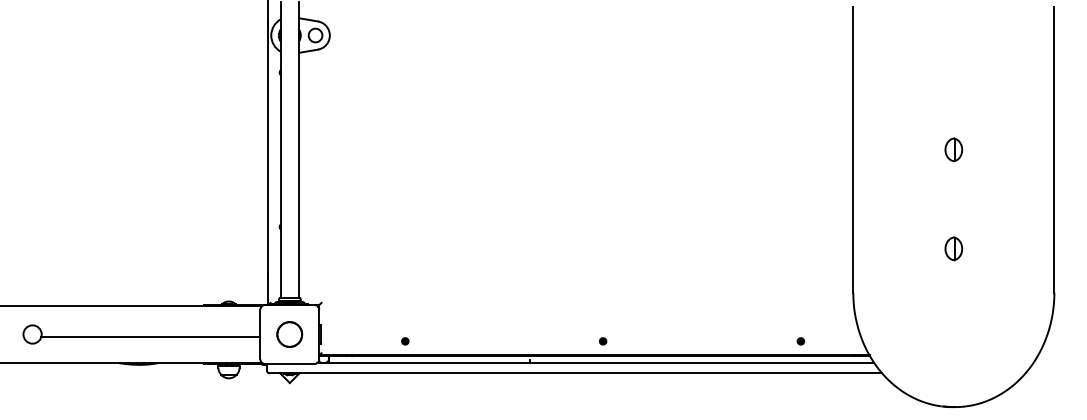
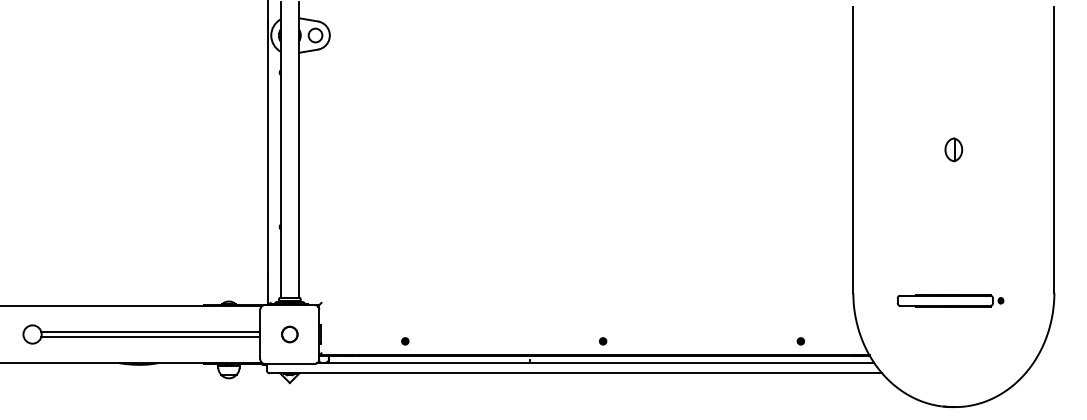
part at (953, 248): present -> none
part at (950, 300): none -> present
line at (150, 331): none -> present
part at (289, 334) size: 28x27 px -> 18x19 px
